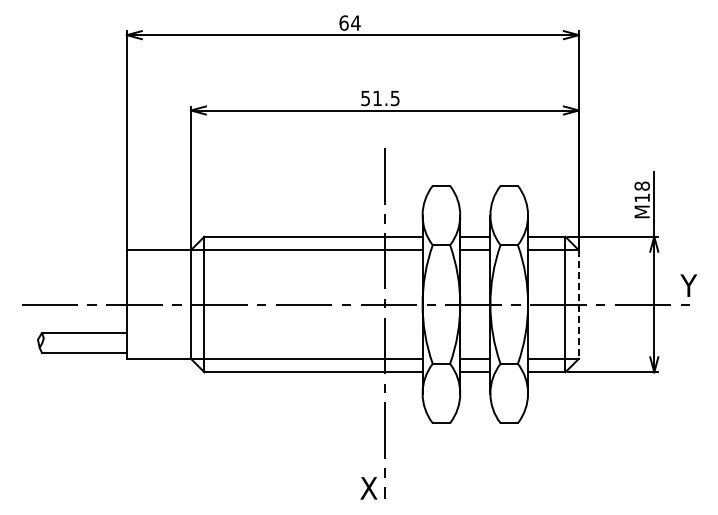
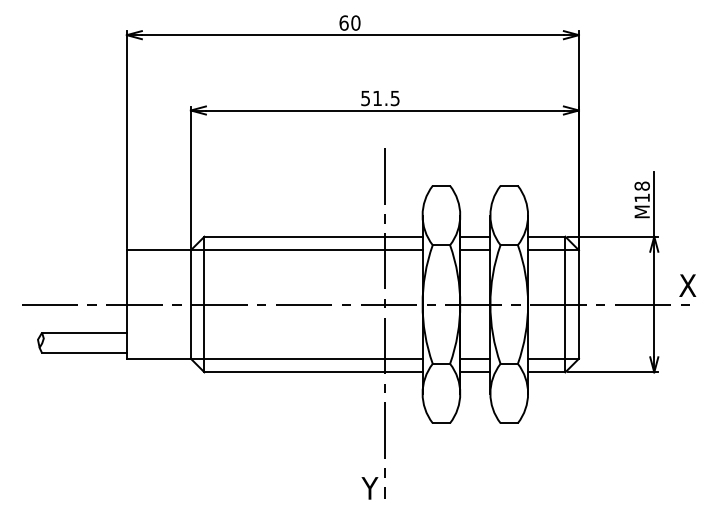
text at (355, 22): 64 -> 60
text at (688, 285): Y -> X
line at (578, 305): dashed -> solid
text at (369, 488): X -> Y
